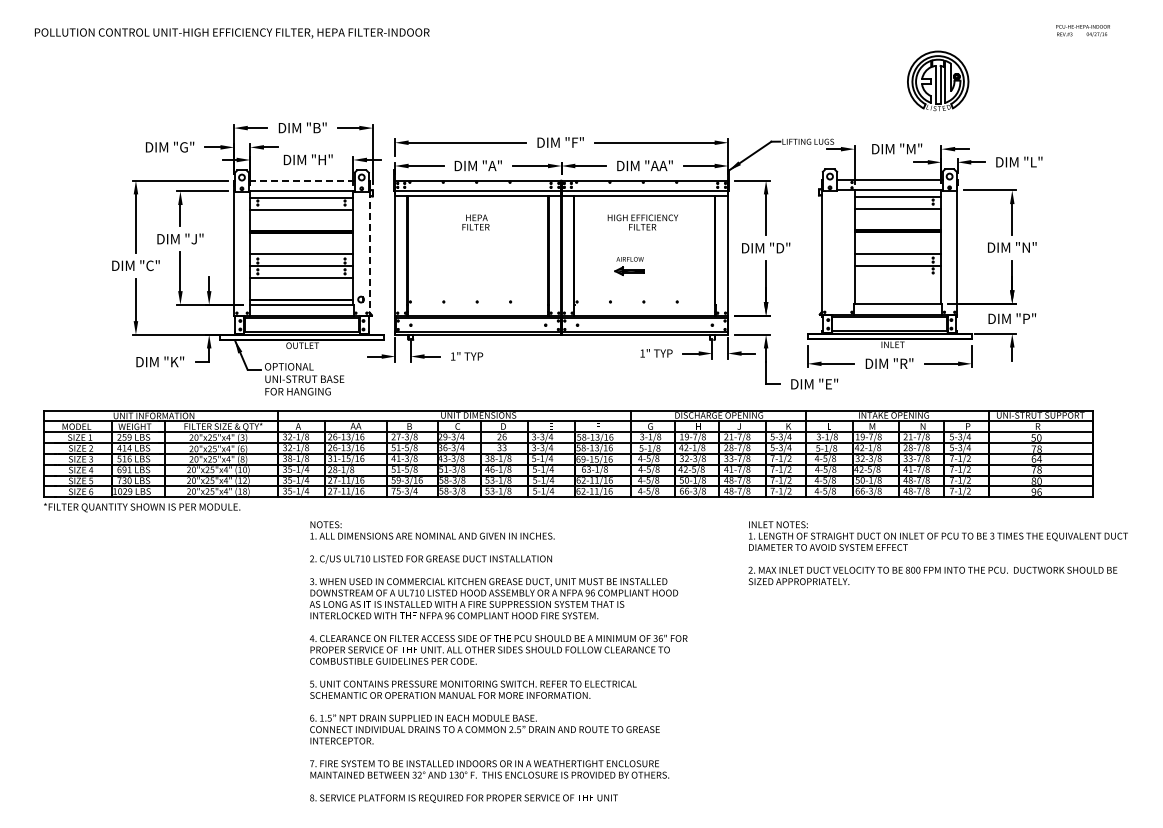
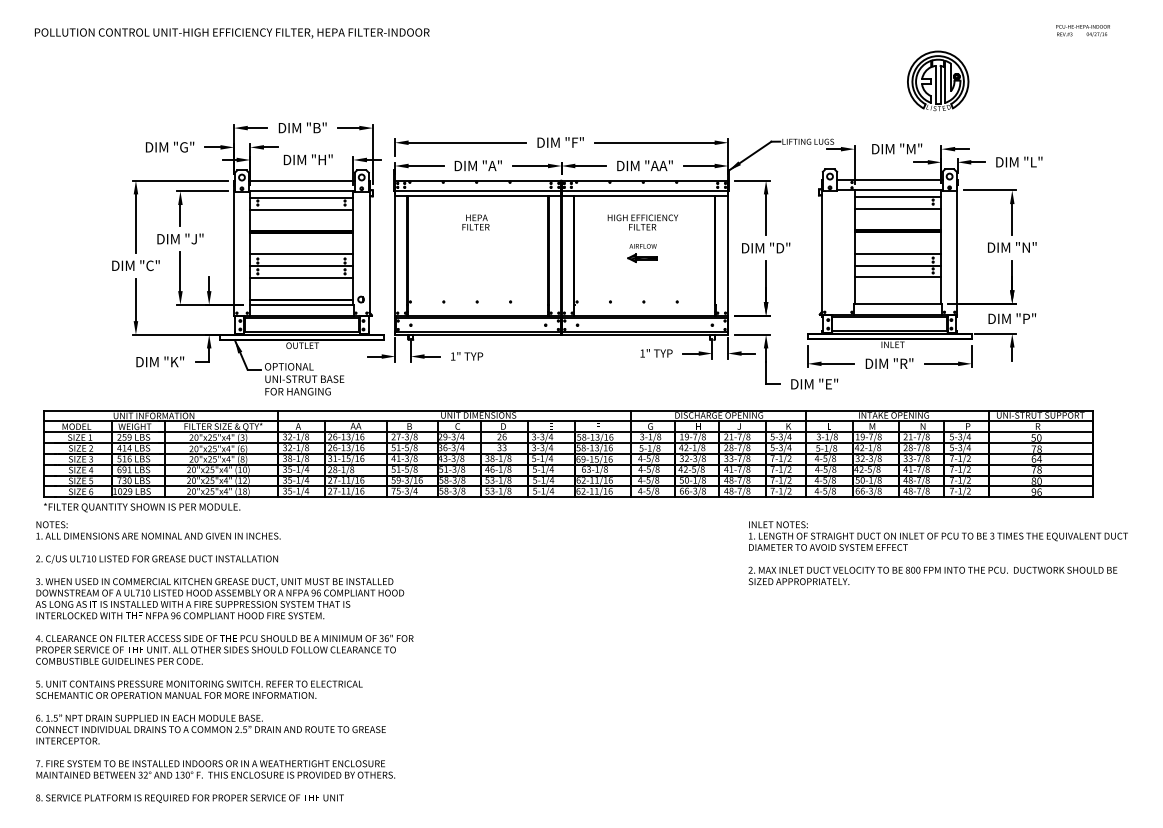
line at (301, 180): dashed -> solid
line at (369, 254): dashed -> solid
part at (629, 266) position: (629, 266) -> (642, 253)
line at (897, 277): none -> present
text at (498, 661) position: (498, 661) -> (224, 661)
